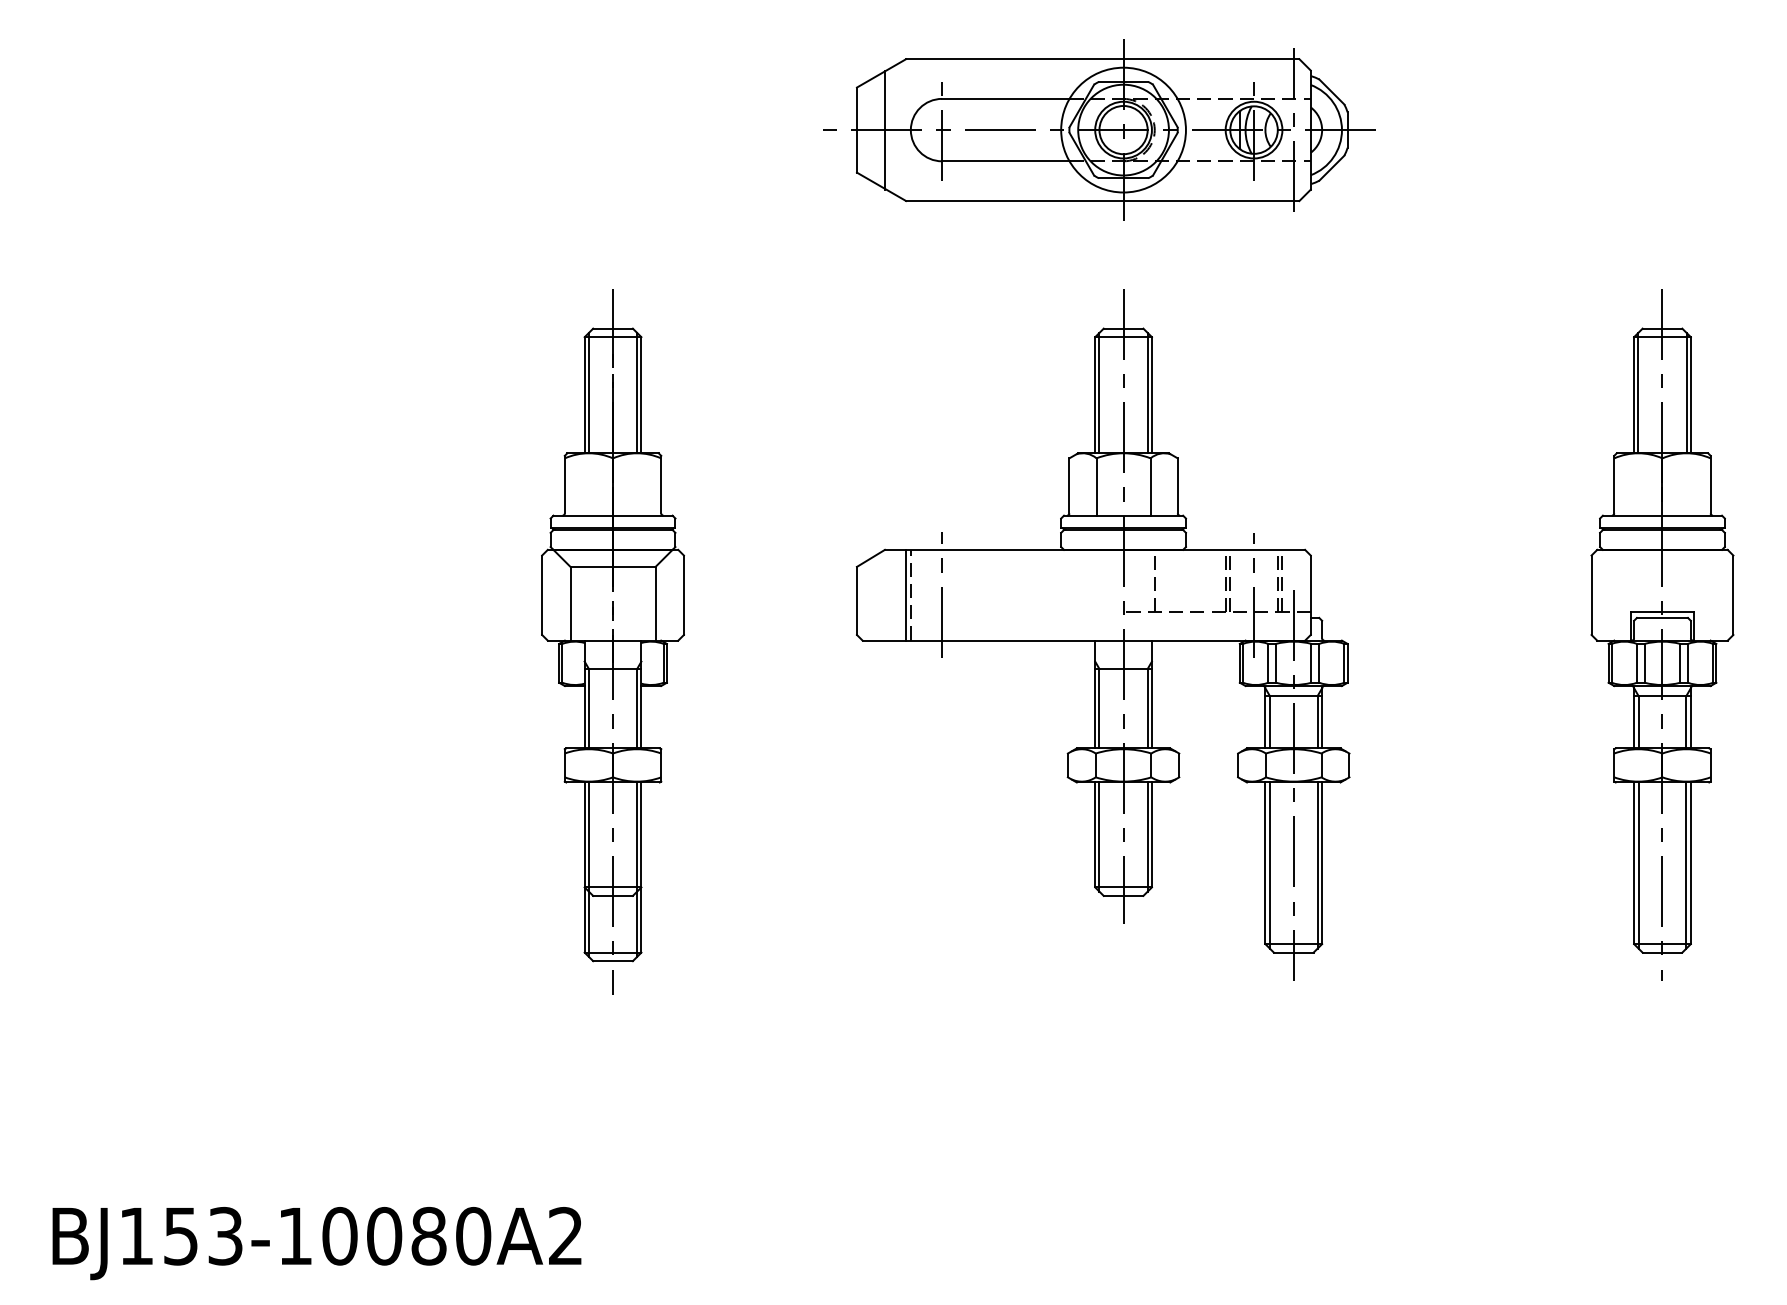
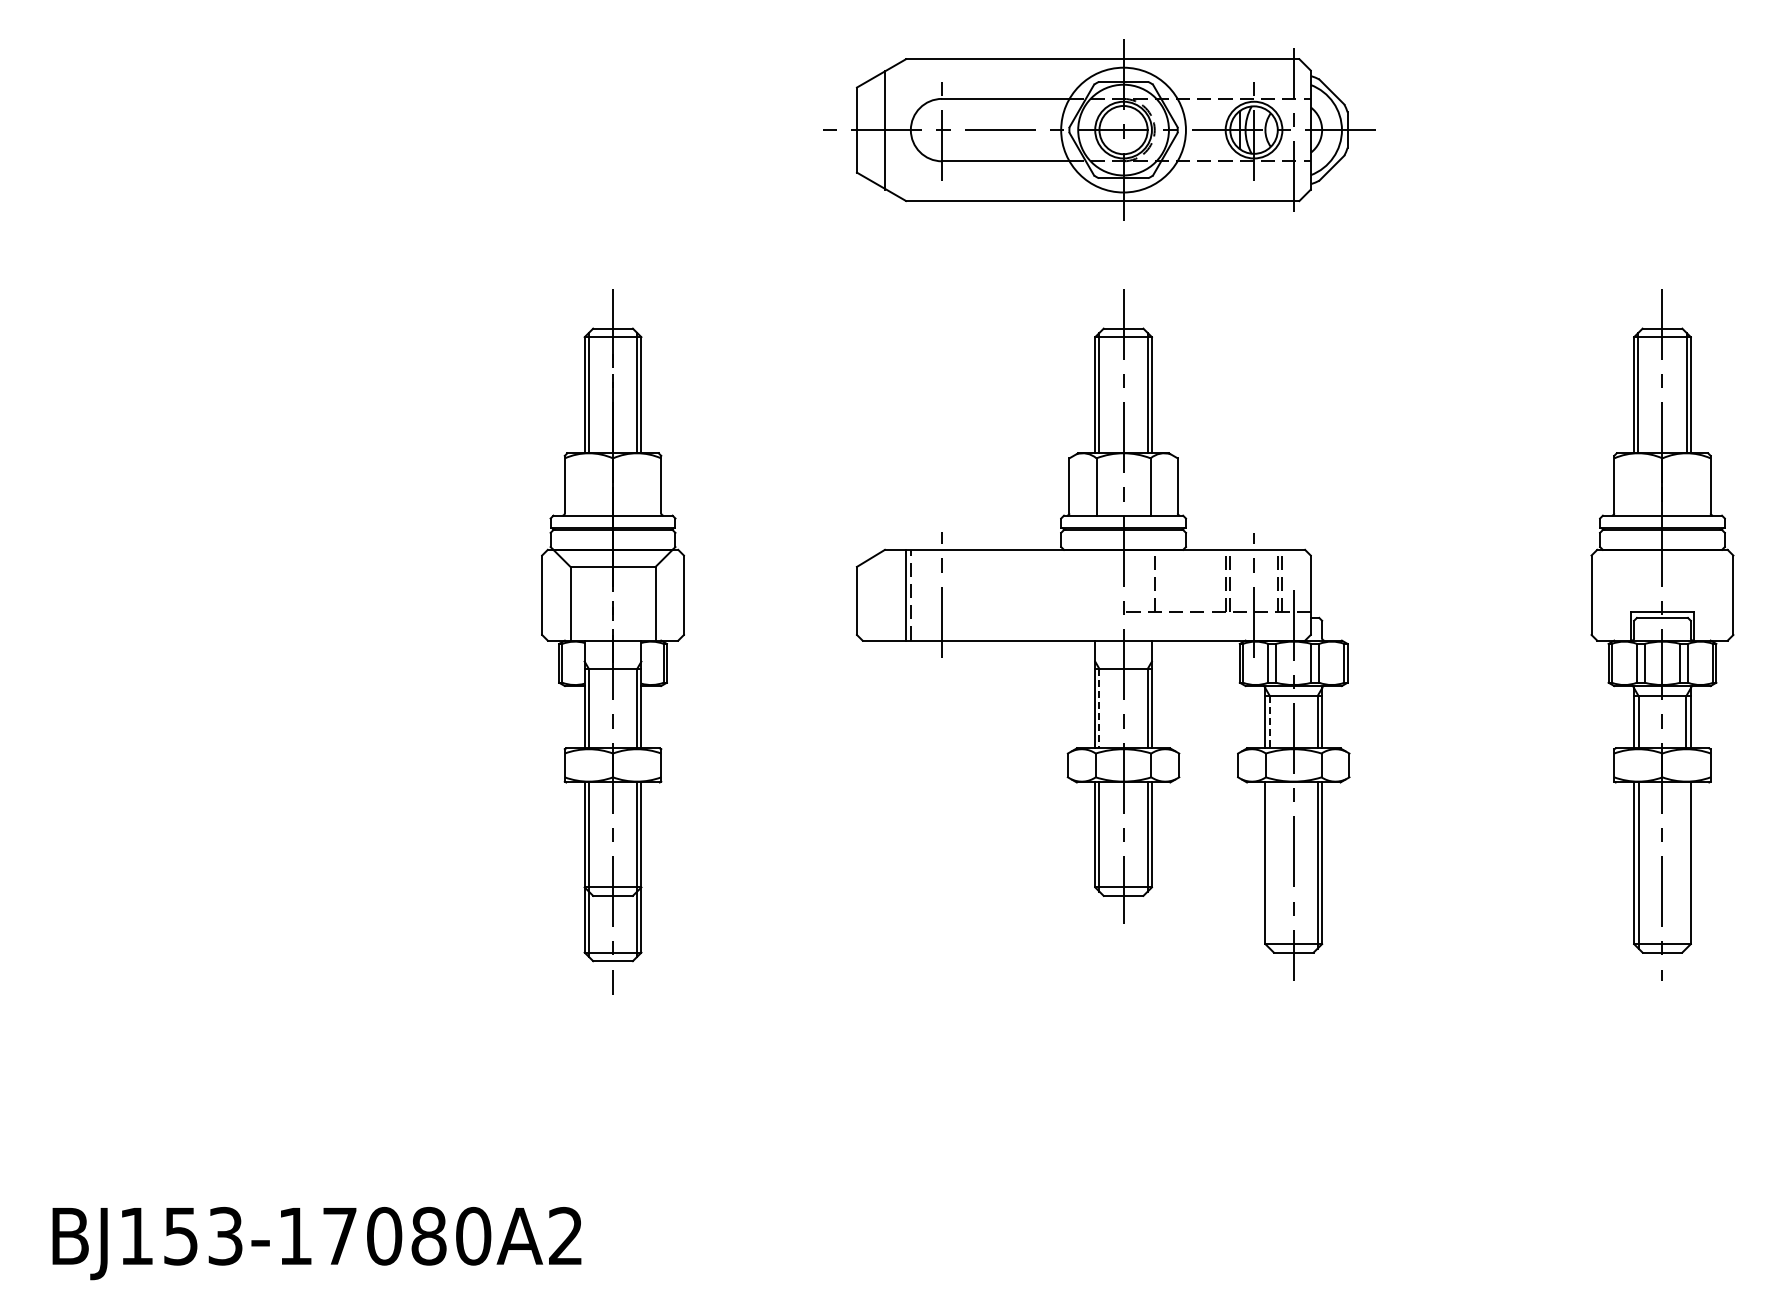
line at (1099, 708): solid -> dashed
line at (1270, 722): solid -> dashed
line at (1270, 865): present -> none
line at (1686, 865): present -> none
text at (339, 1236): BJ153-10080A2 -> BJ153-17080A2
